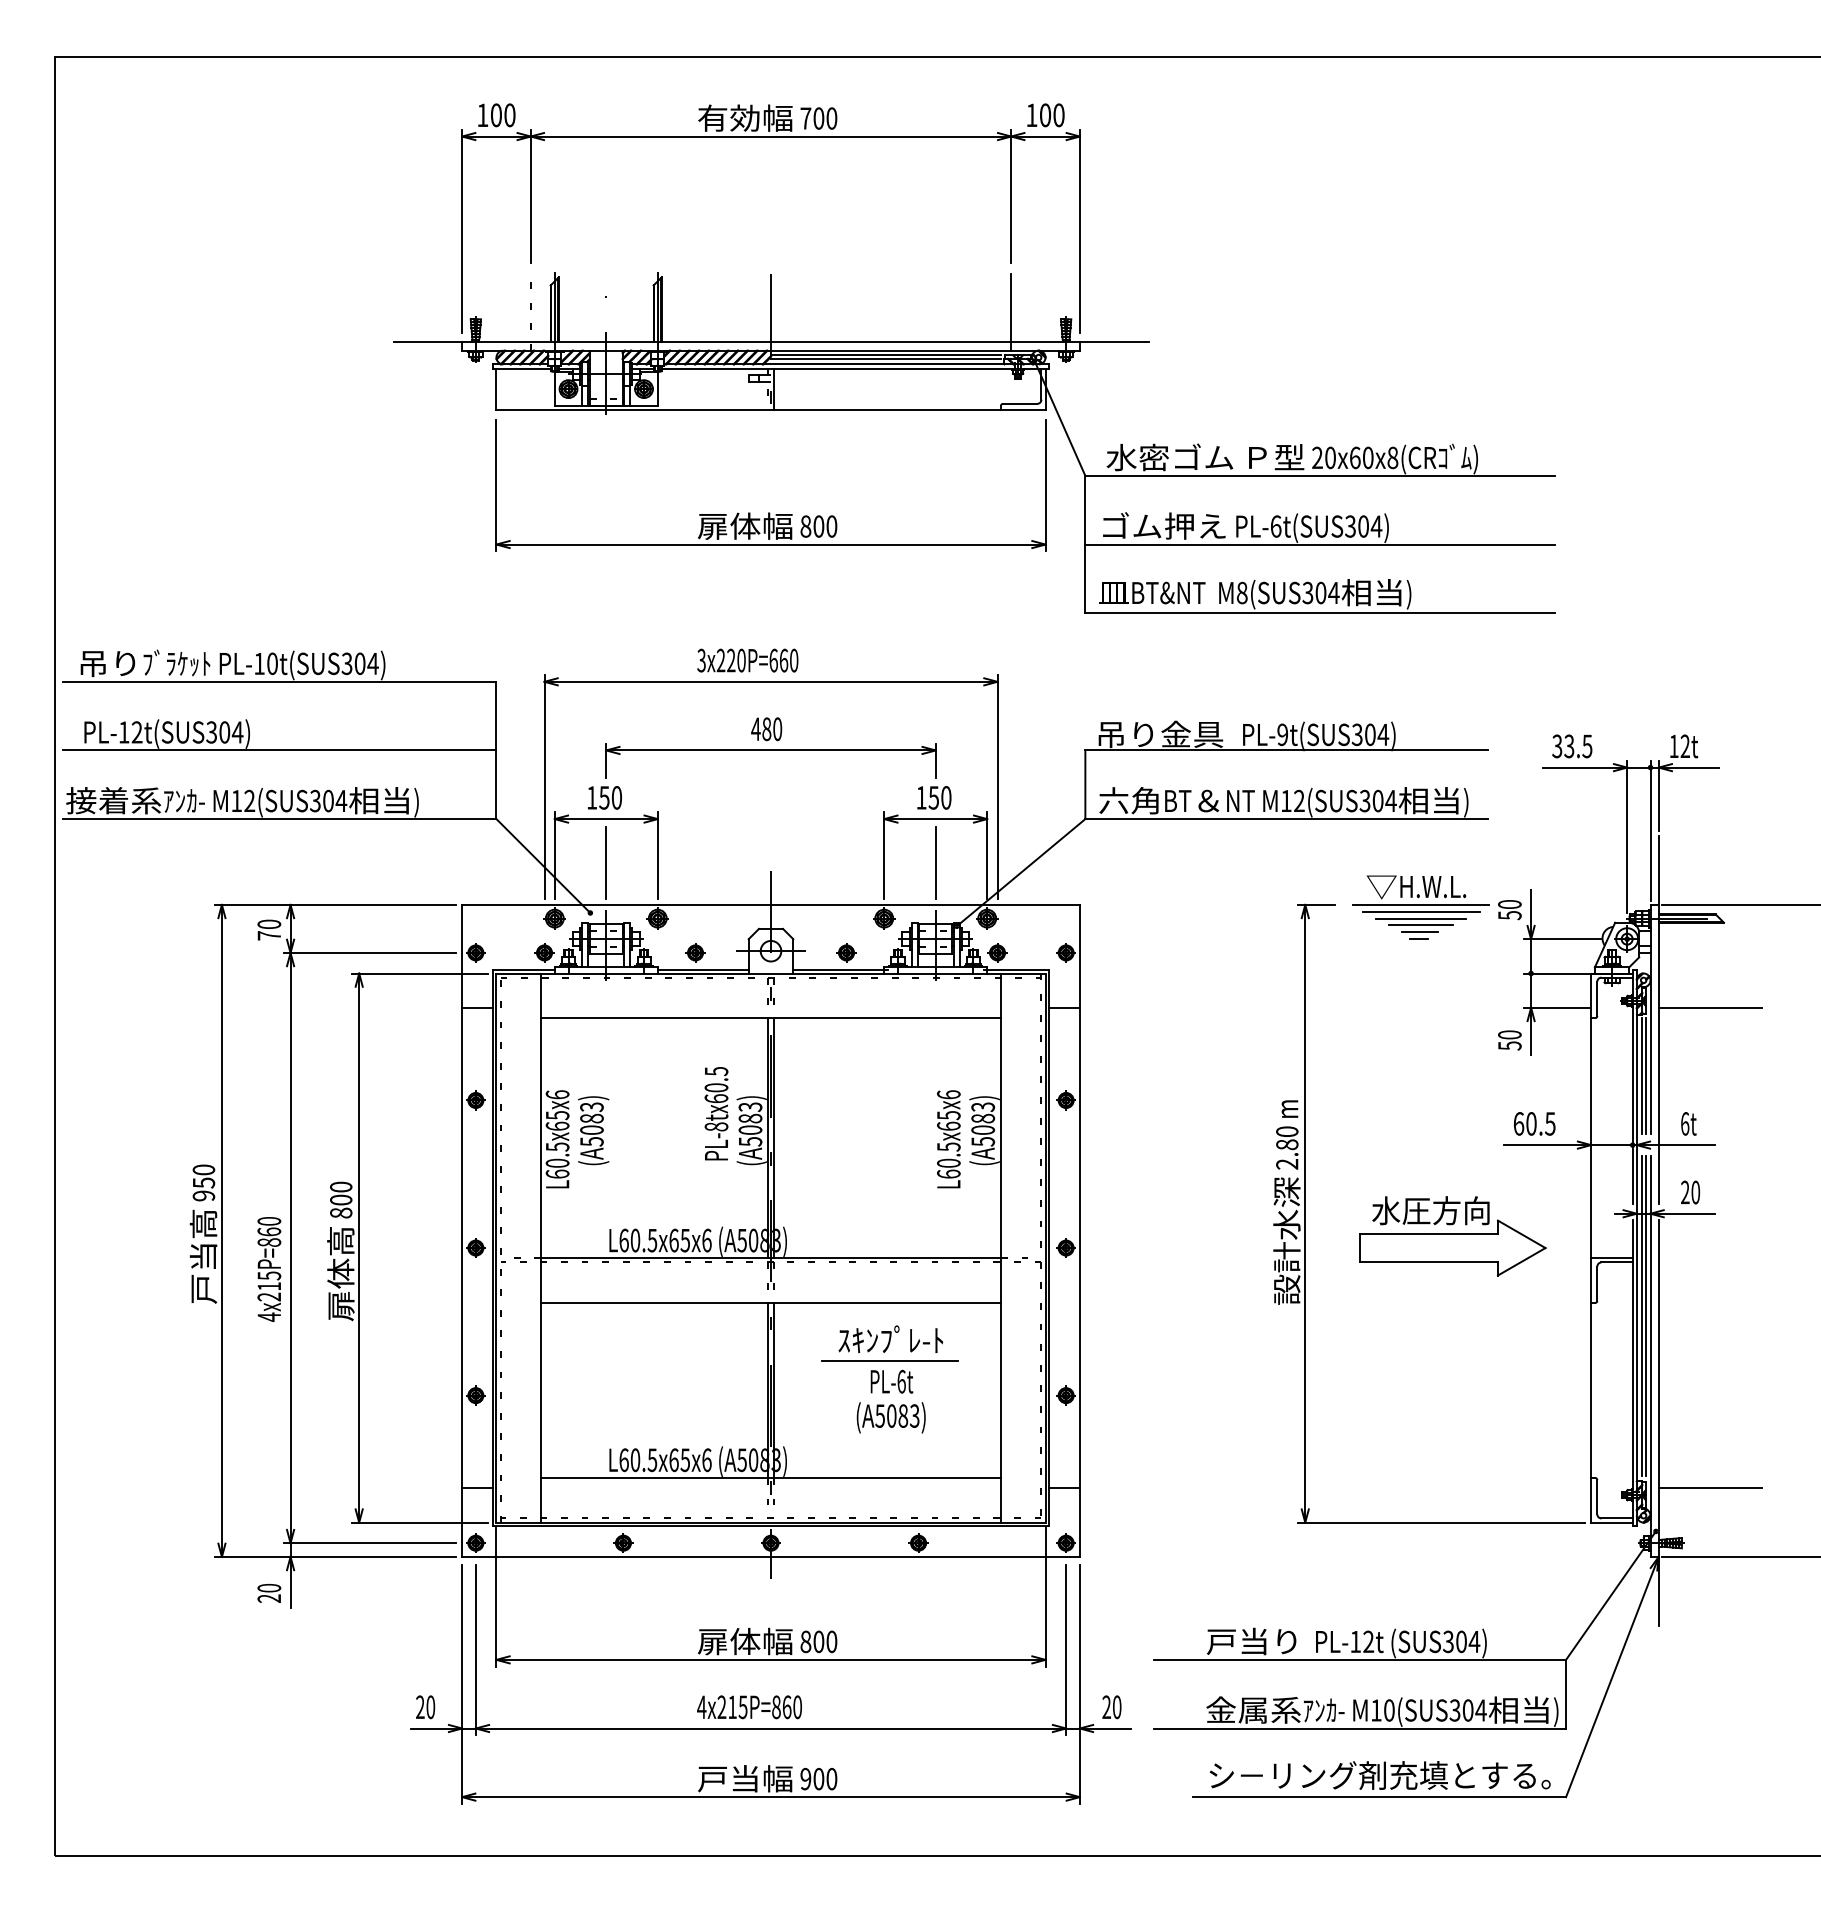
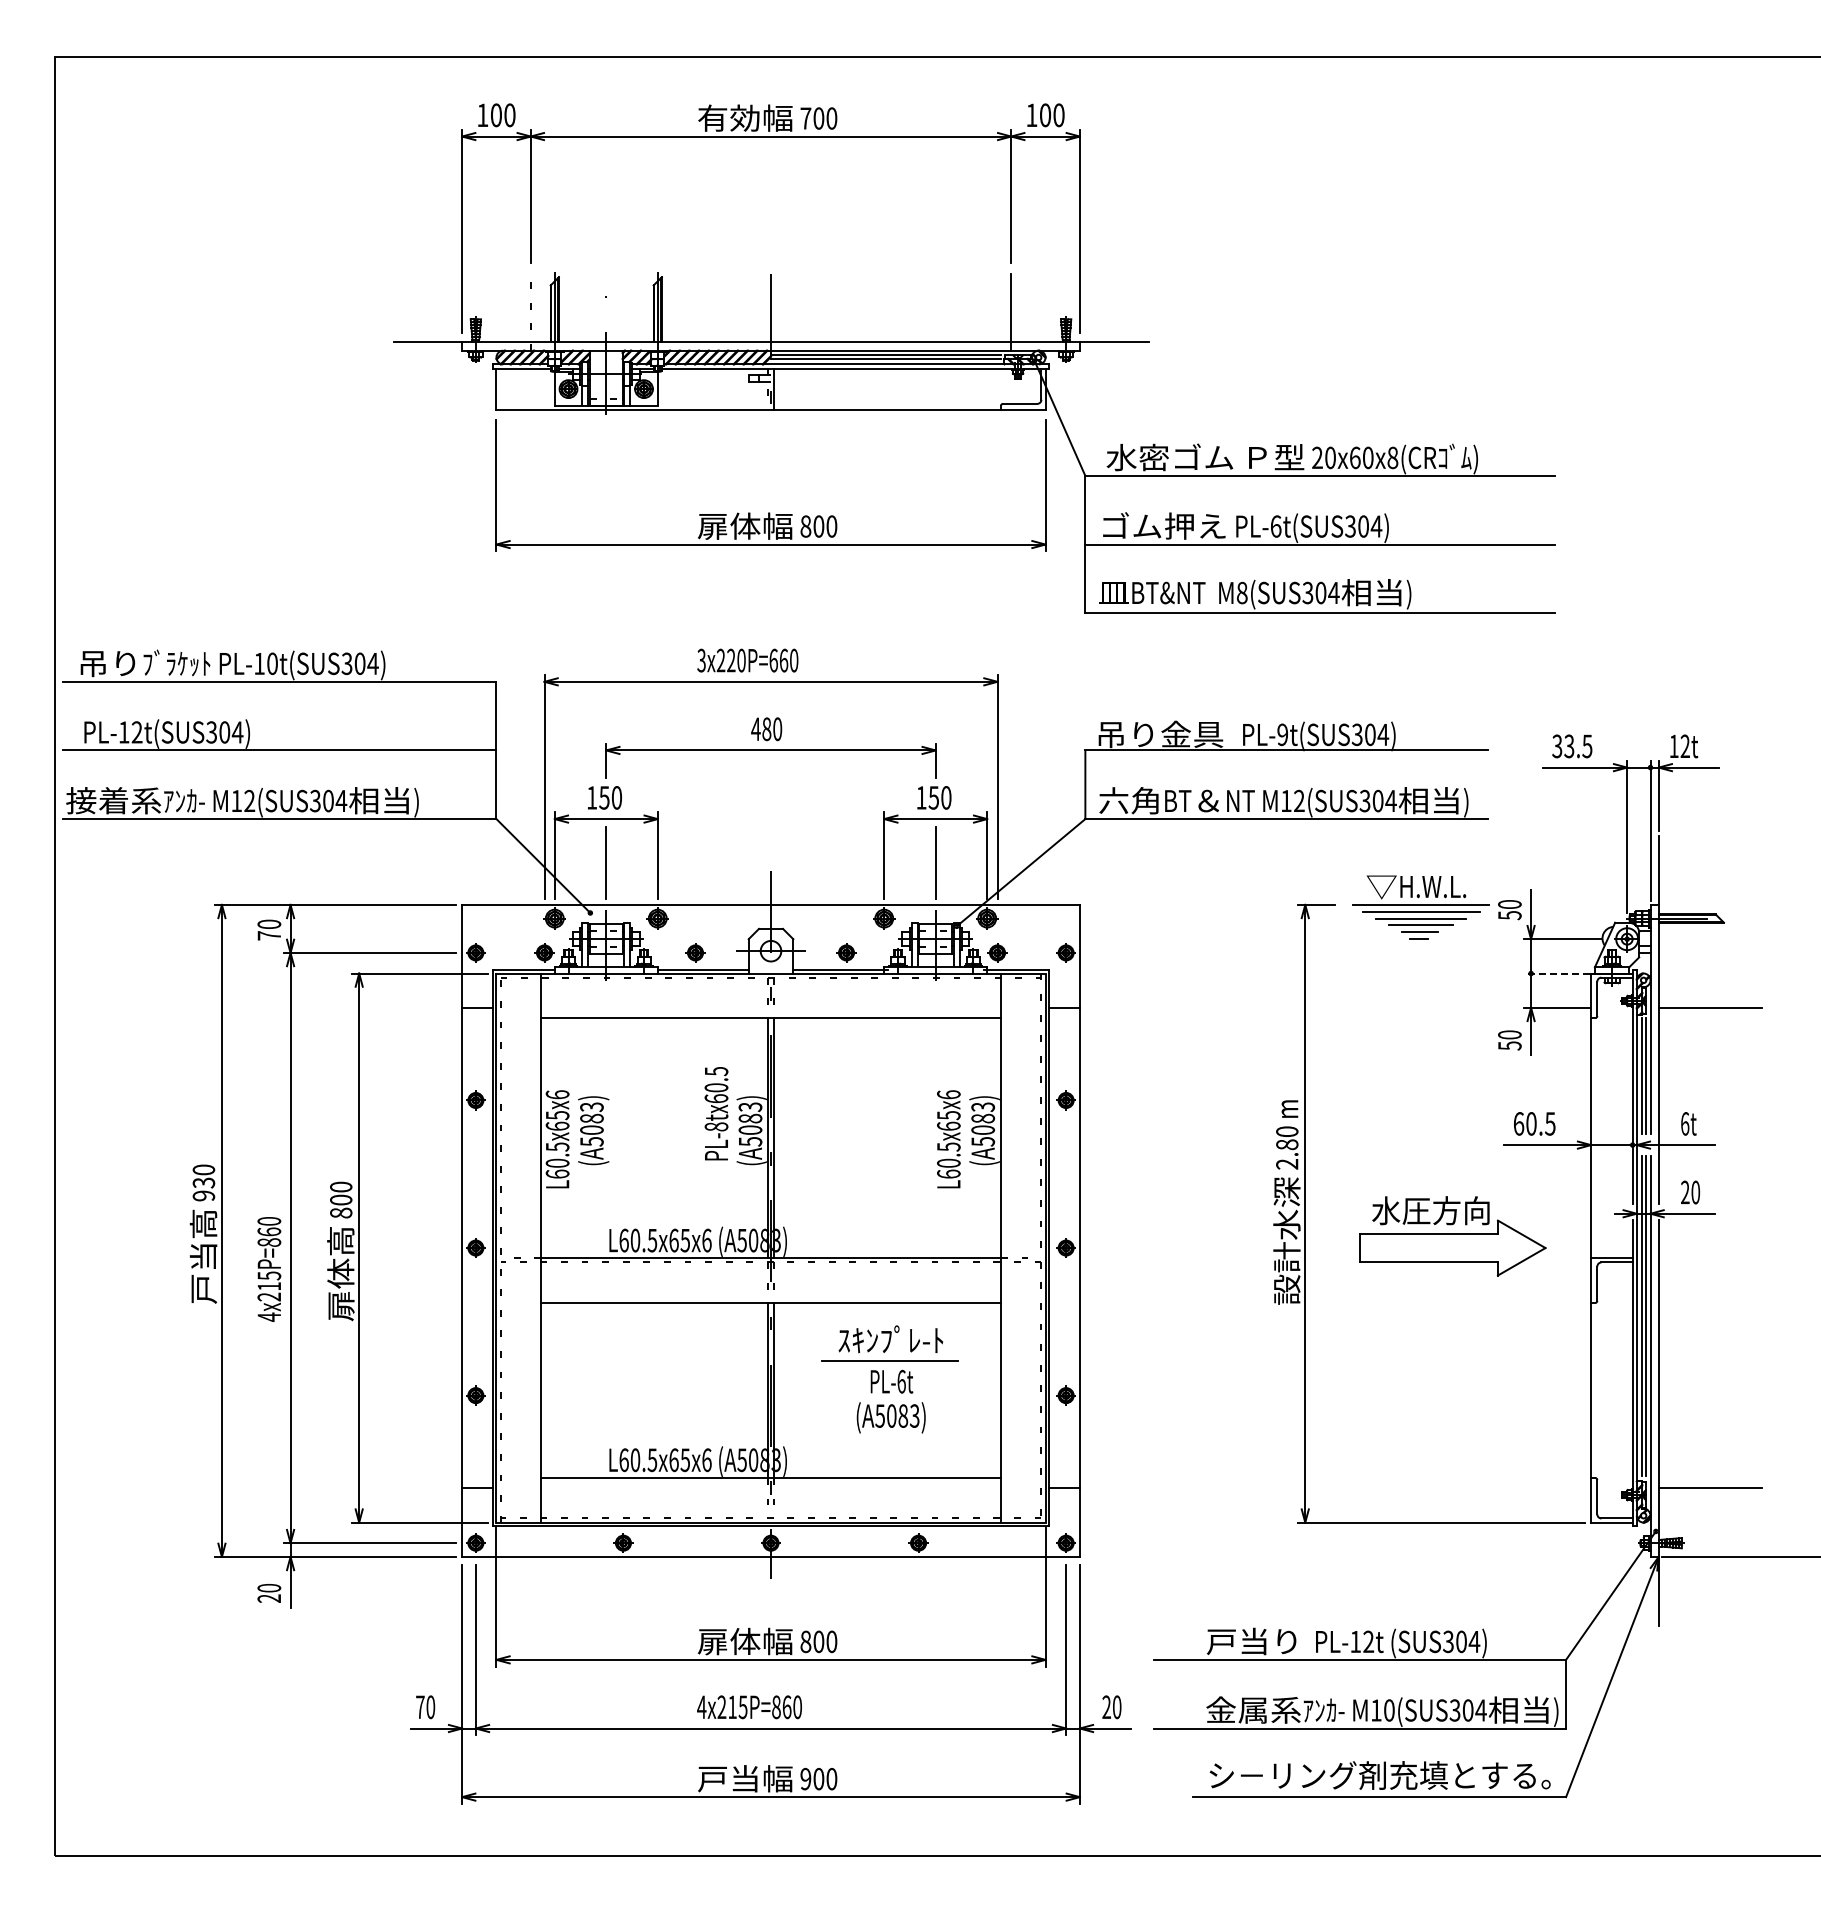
line at (1739, 904): present -> none
line at (1557, 973): solid -> dashed
text at (203, 1182): 950 -> 930
text at (420, 1706): 20 -> 70
